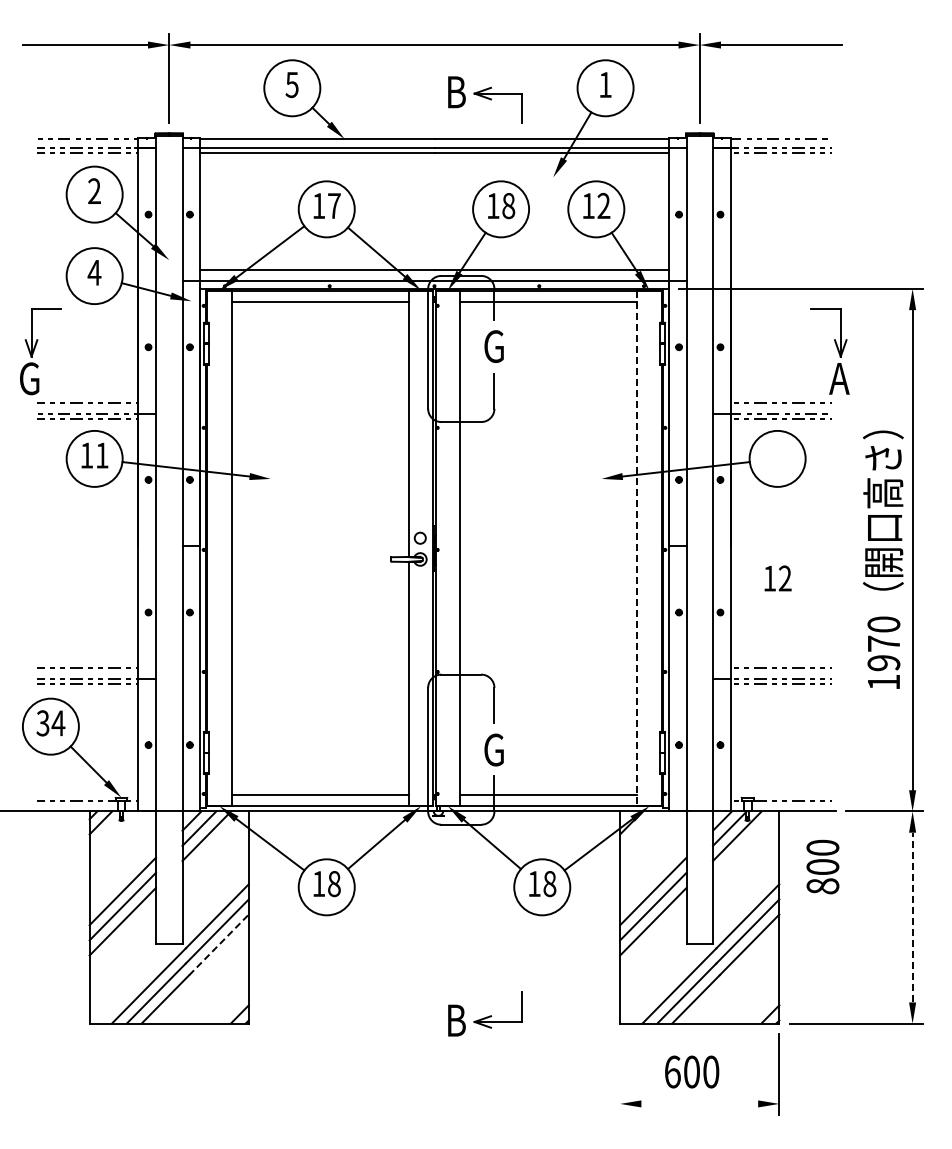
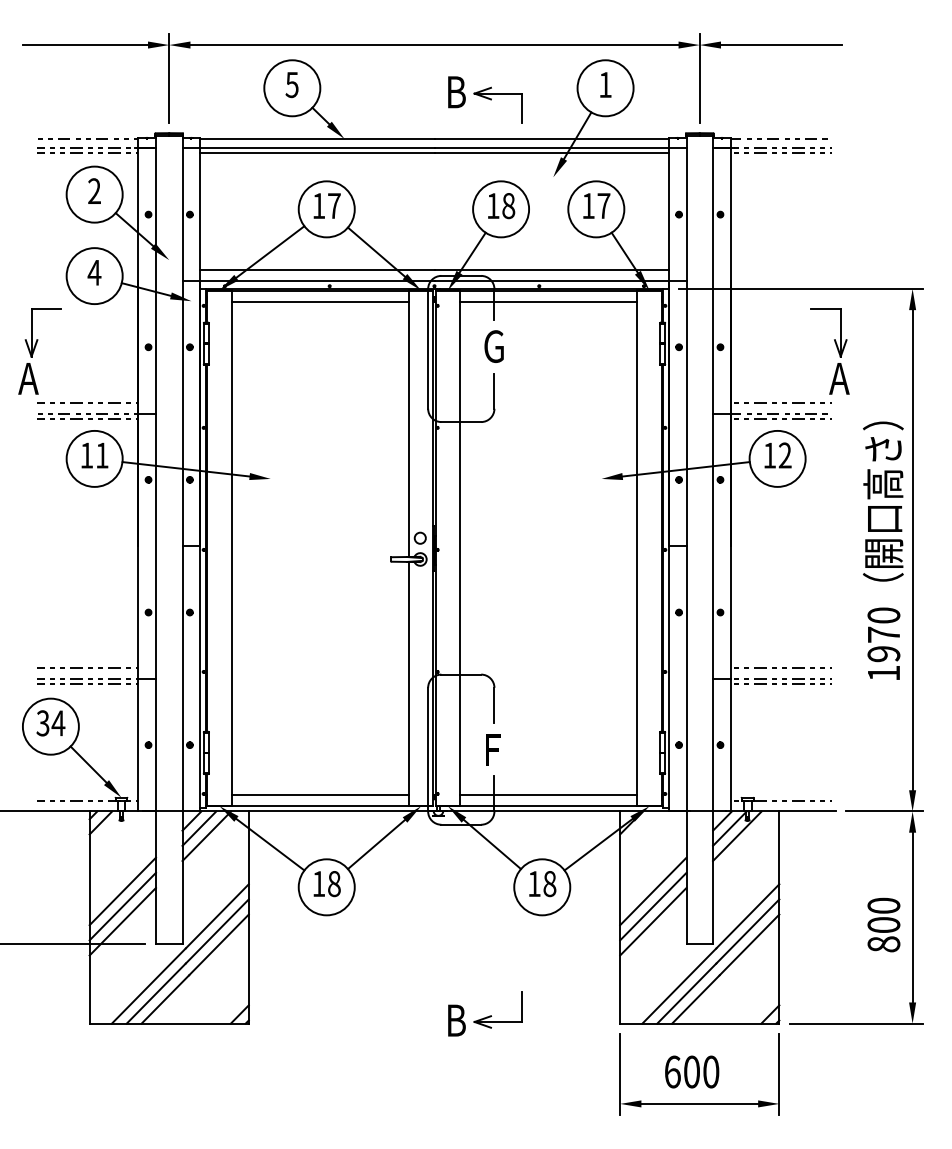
text at (603, 205): 12 -> 17
text at (28, 378): G -> A
line at (637, 548): dashed -> solid
text at (883, 559) position: (883, 559) -> (883, 550)
text at (777, 578) position: (777, 578) -> (777, 455)
text at (493, 749): G -> F
text at (822, 866) position: (822, 866) -> (883, 924)
line at (912, 917): dashed -> solid
line at (73, 944): none -> present
line at (218, 944): dashed -> solid
line at (620, 1074): none -> present
line at (699, 1103): none -> present
